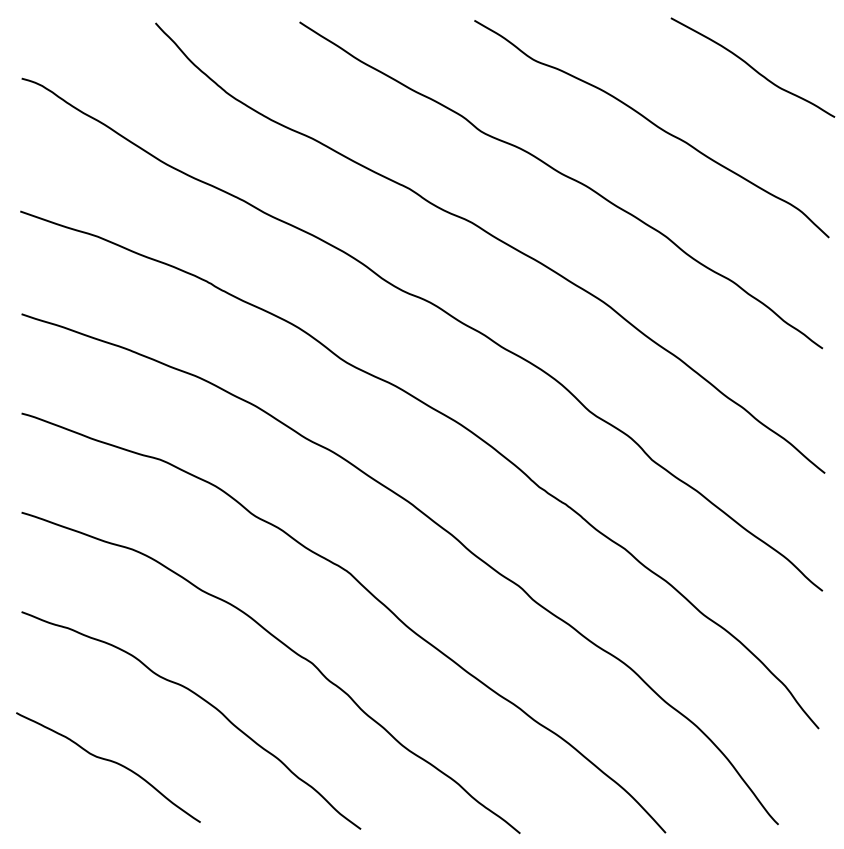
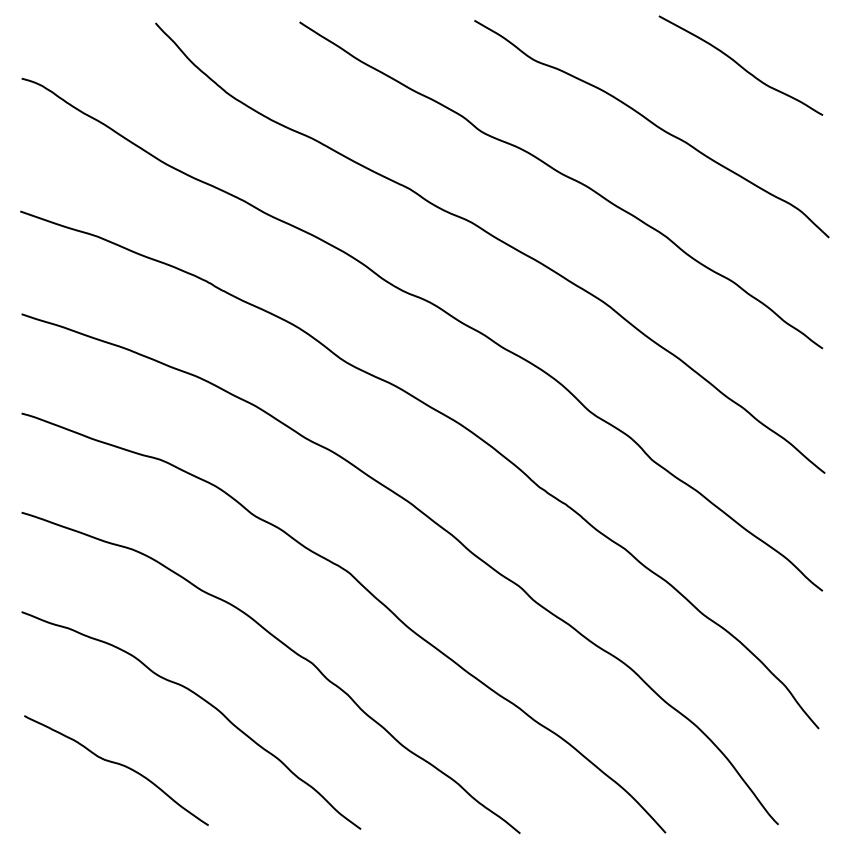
curve at (752, 67) position: (752, 67) -> (740, 65)
curve at (111, 762) position: (111, 762) -> (119, 765)
